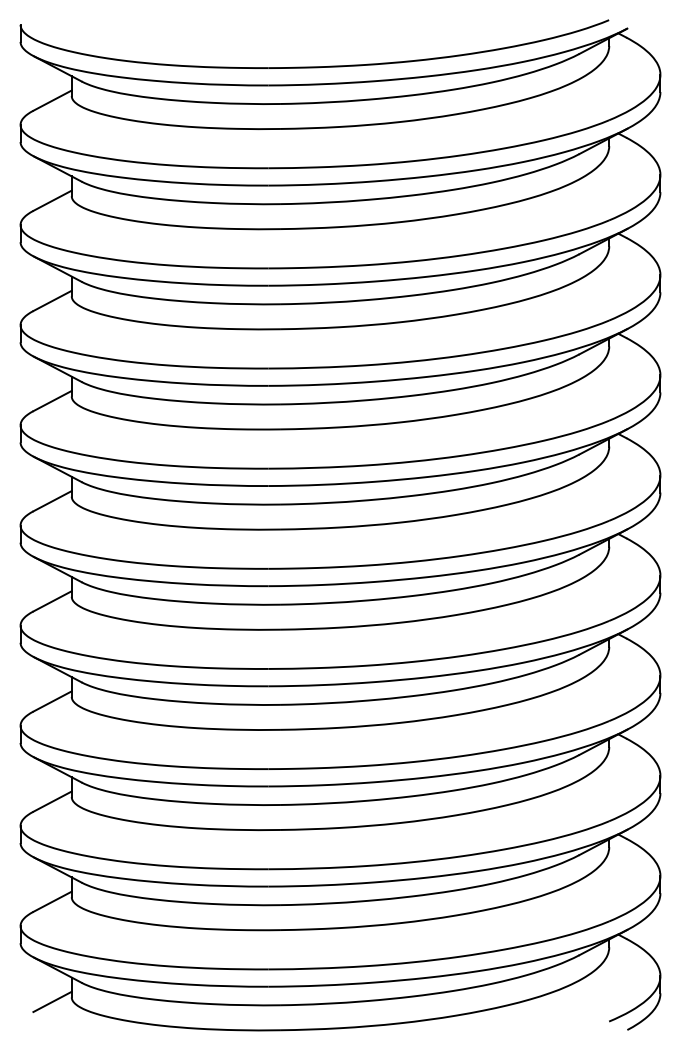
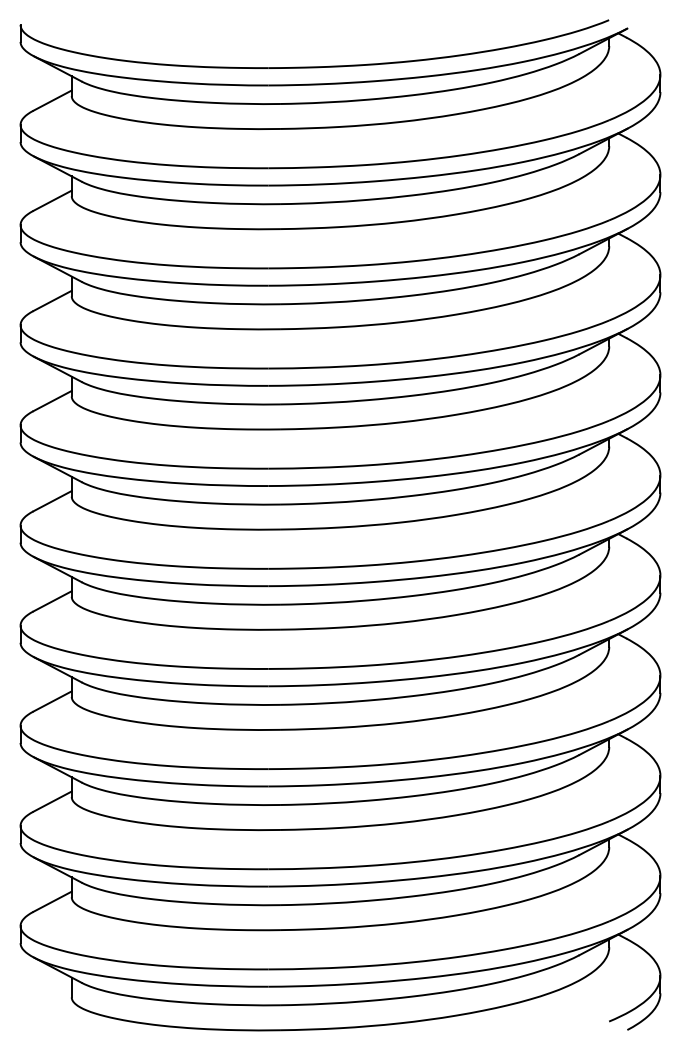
line at (52, 1001): present -> none
